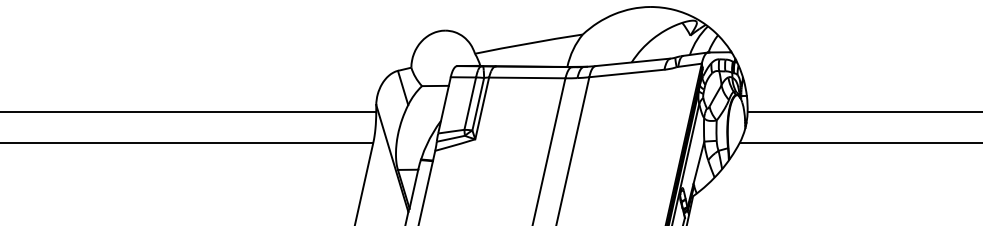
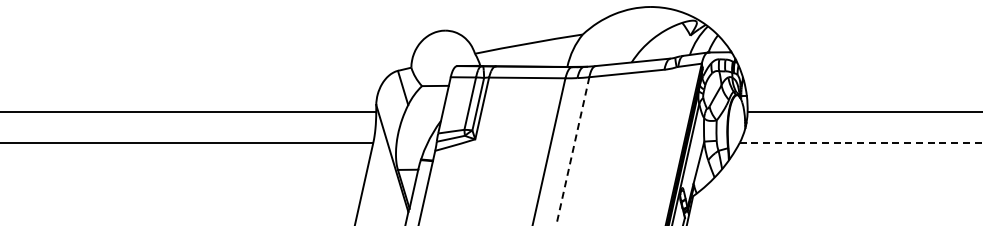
line at (861, 142): solid -> dashed
line at (572, 151): solid -> dashed
